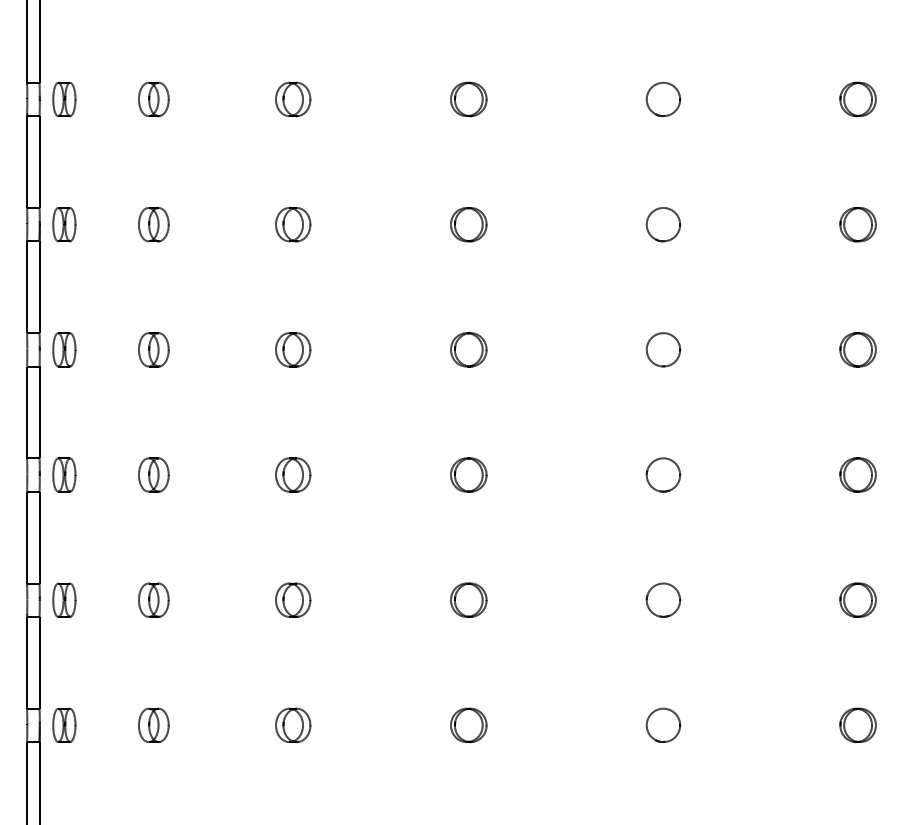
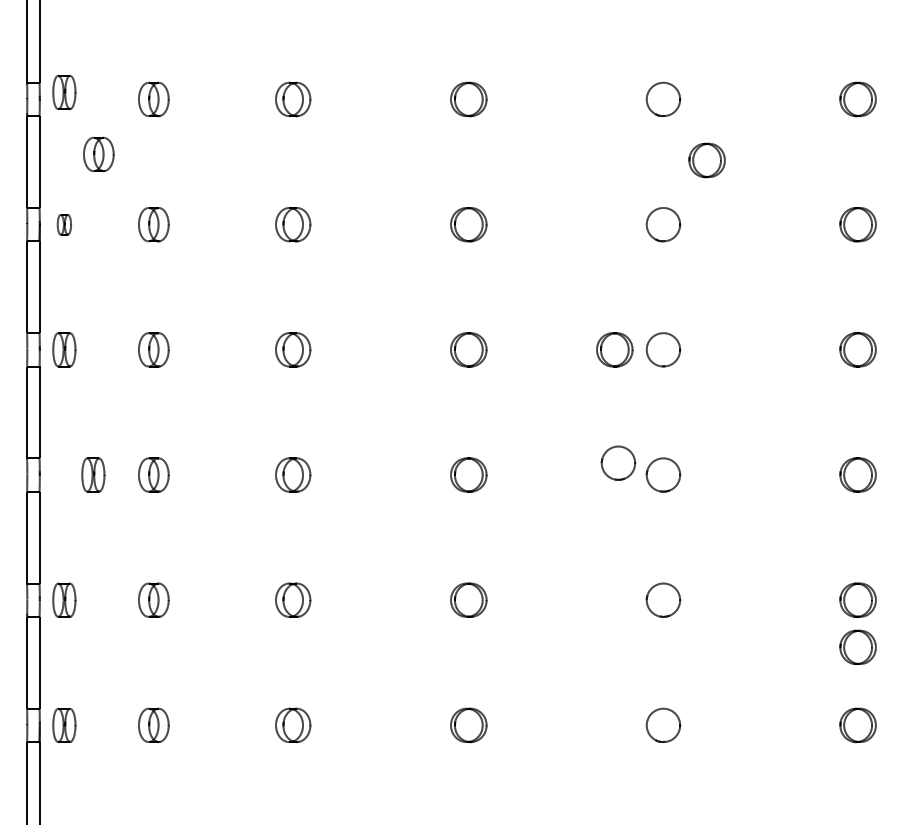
part at (64, 99) position: (64, 99) -> (64, 92)
part at (98, 154): none -> present
part at (706, 160): none -> present
part at (64, 224) size: 25x36 px -> 16x22 px
part at (614, 349): none -> present
part at (618, 462): none -> present
part at (64, 474) position: (64, 474) -> (93, 474)
part at (857, 647): none -> present
